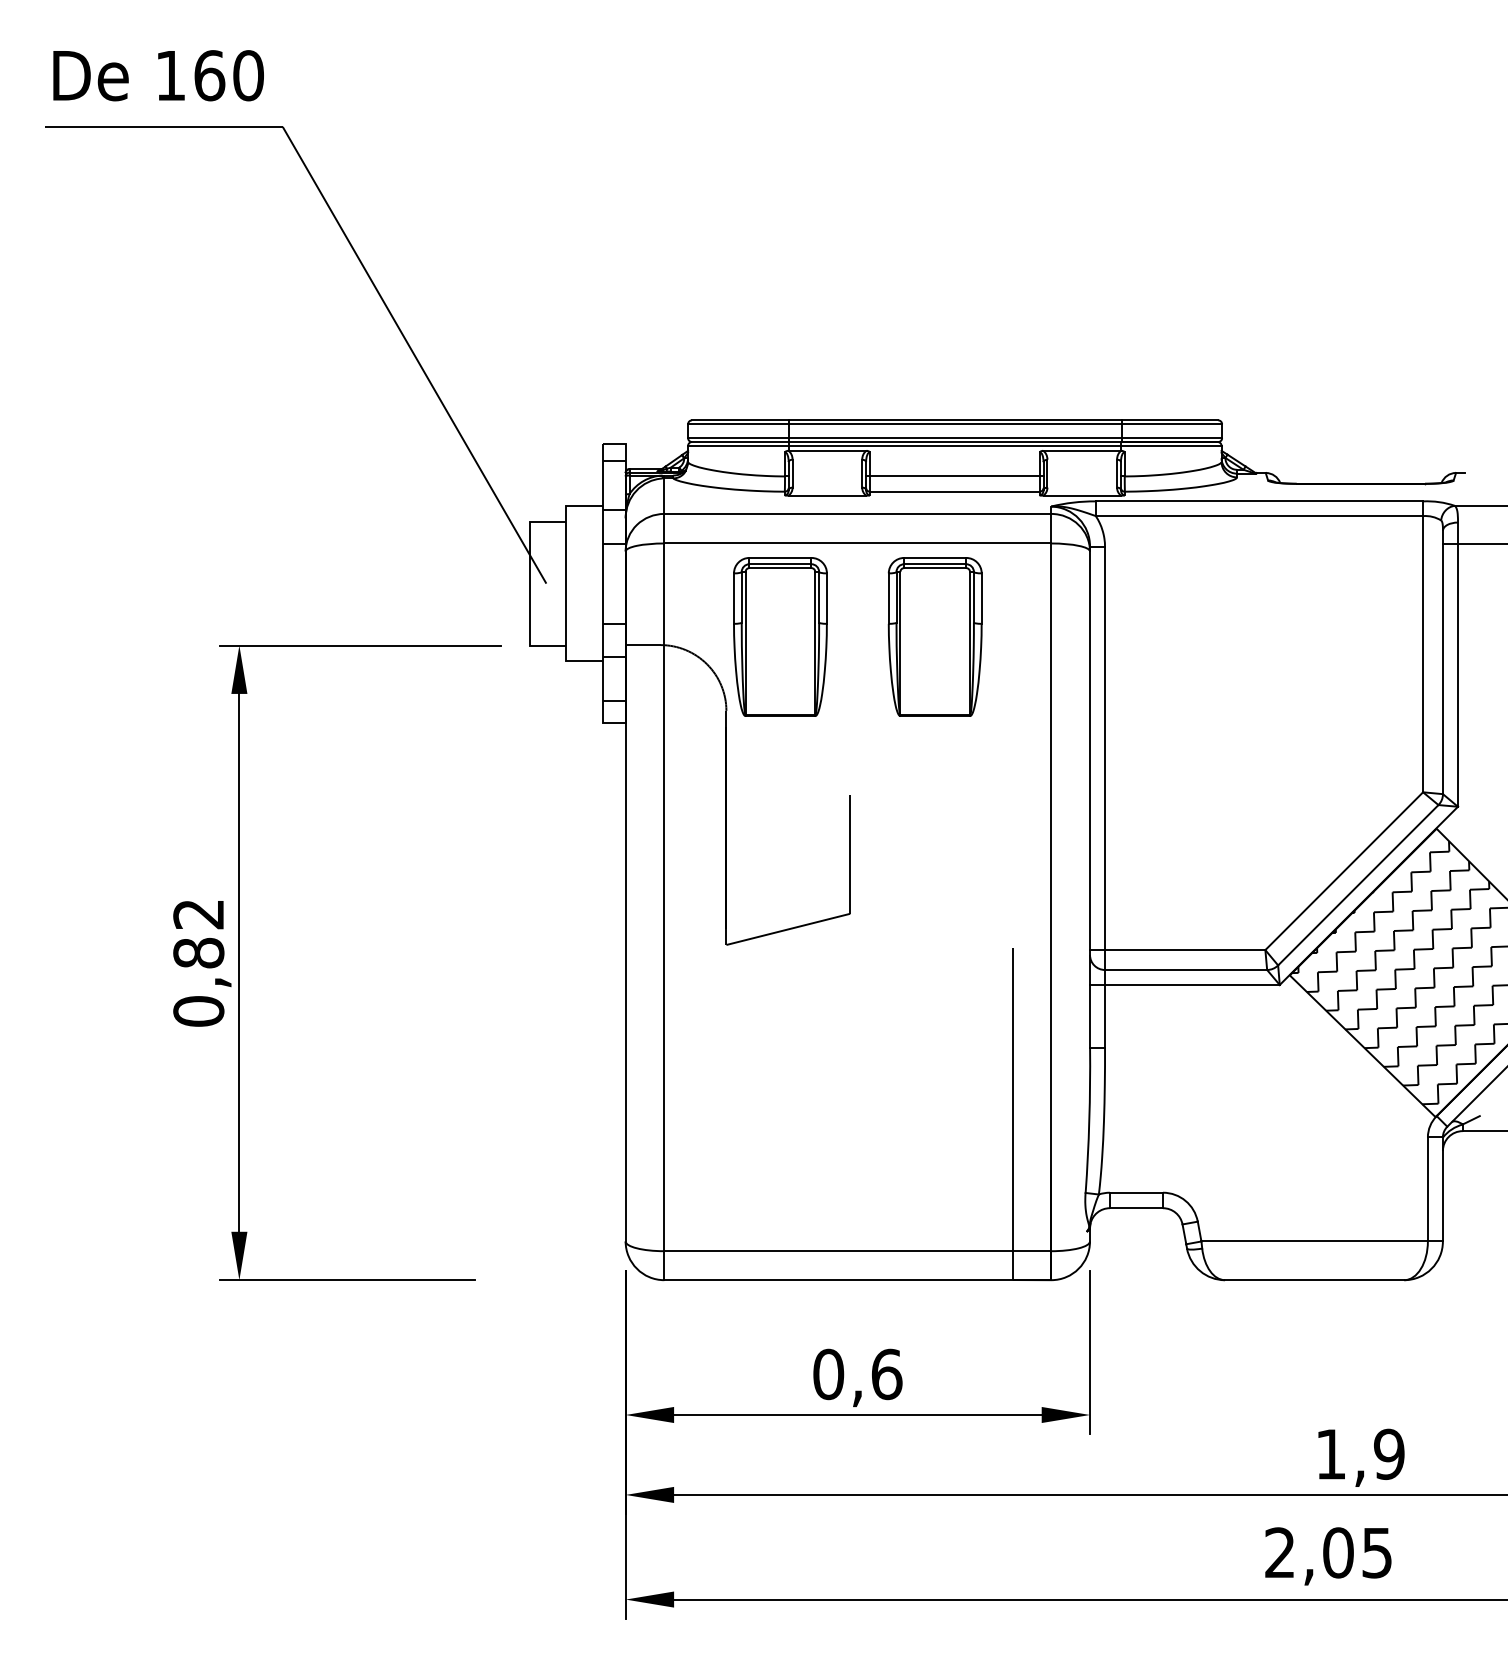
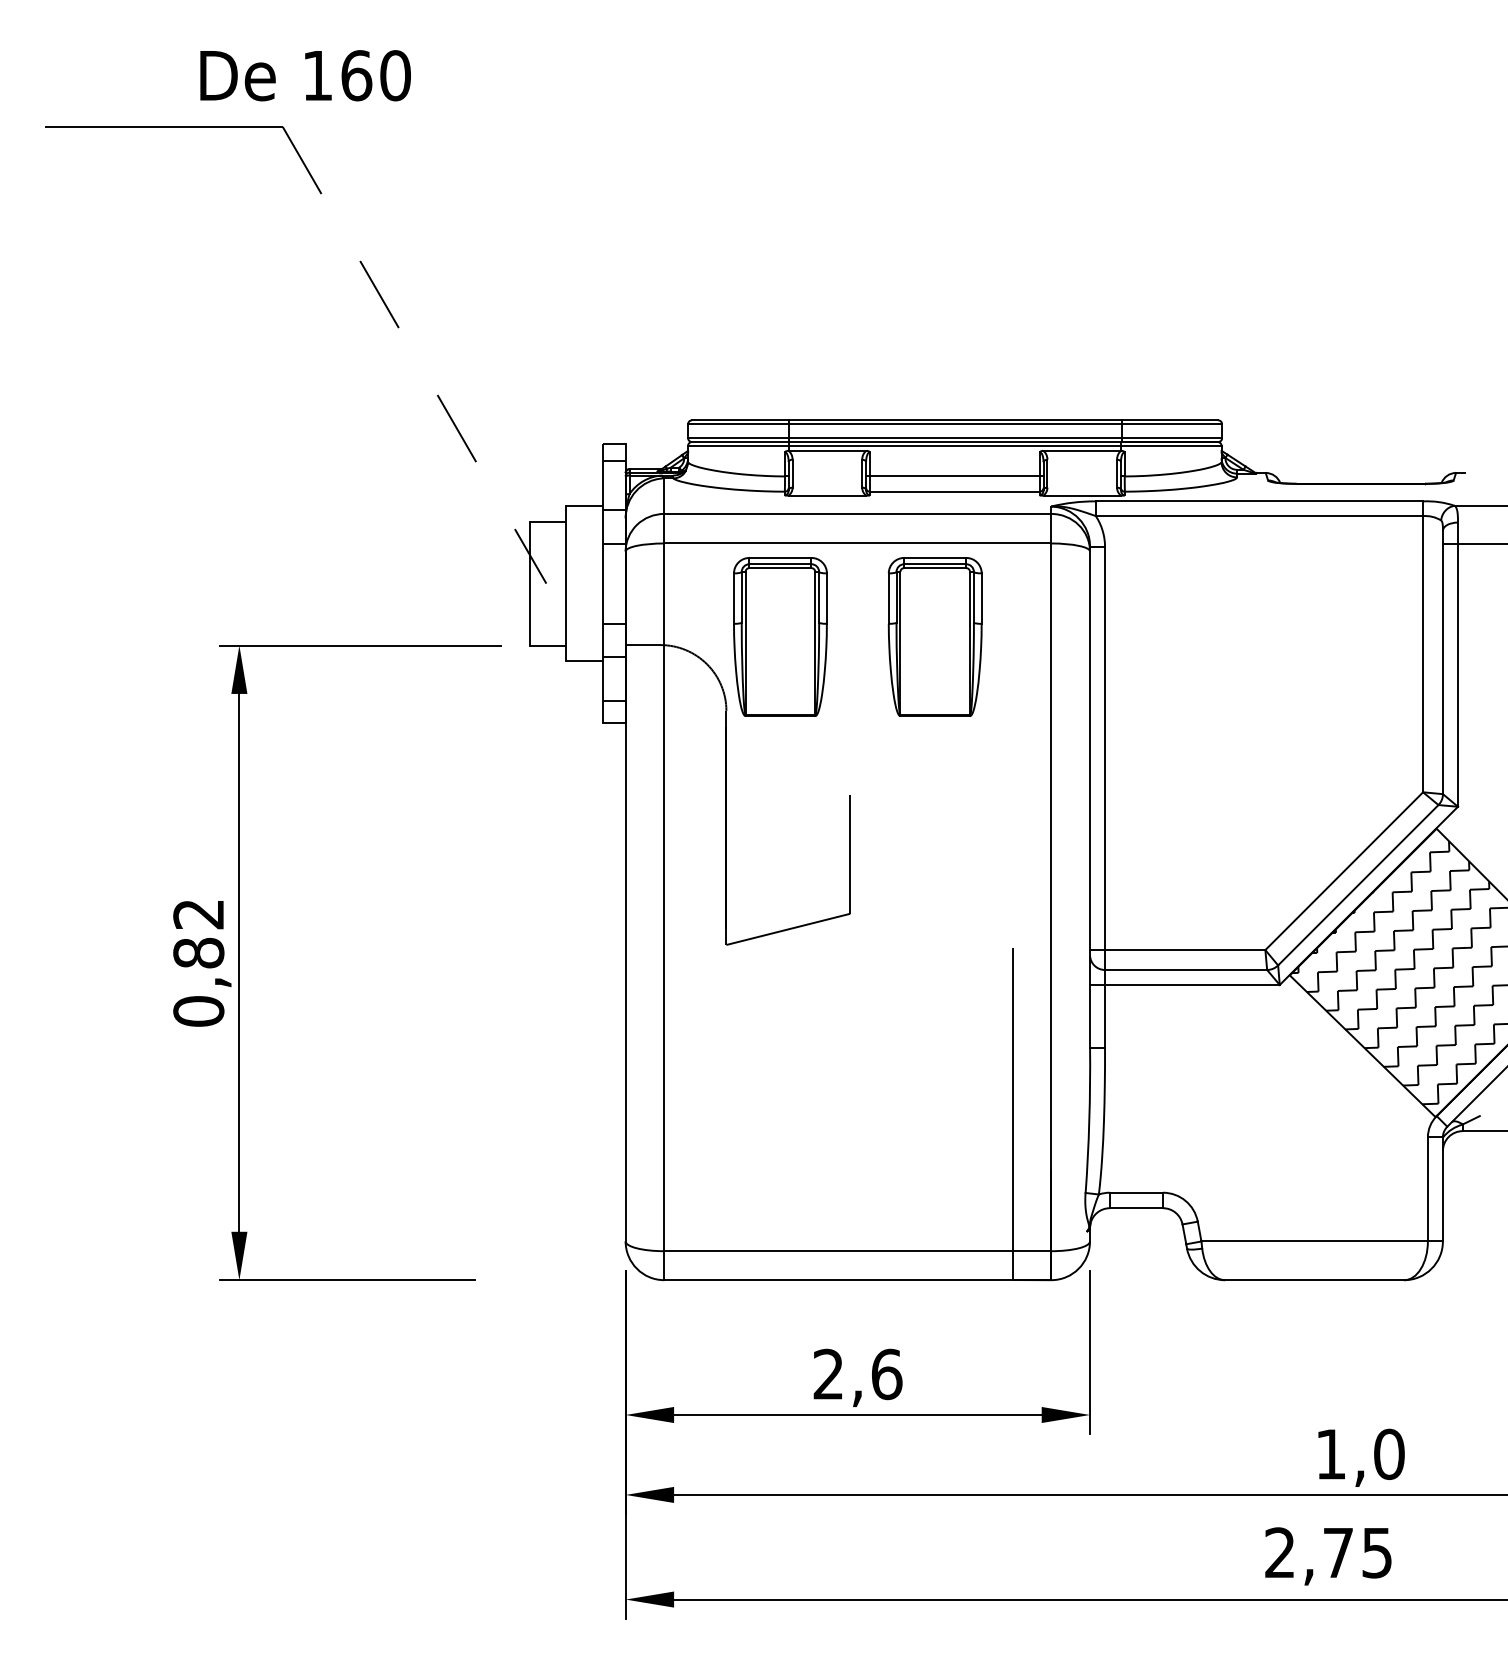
text at (158, 75) position: (158, 75) -> (305, 75)
line at (414, 355): solid -> dashed
text at (828, 1374): 0,6 -> 2,6
text at (1389, 1454): 1,9 -> 1,0
text at (1338, 1552): 2,05 -> 2,75
